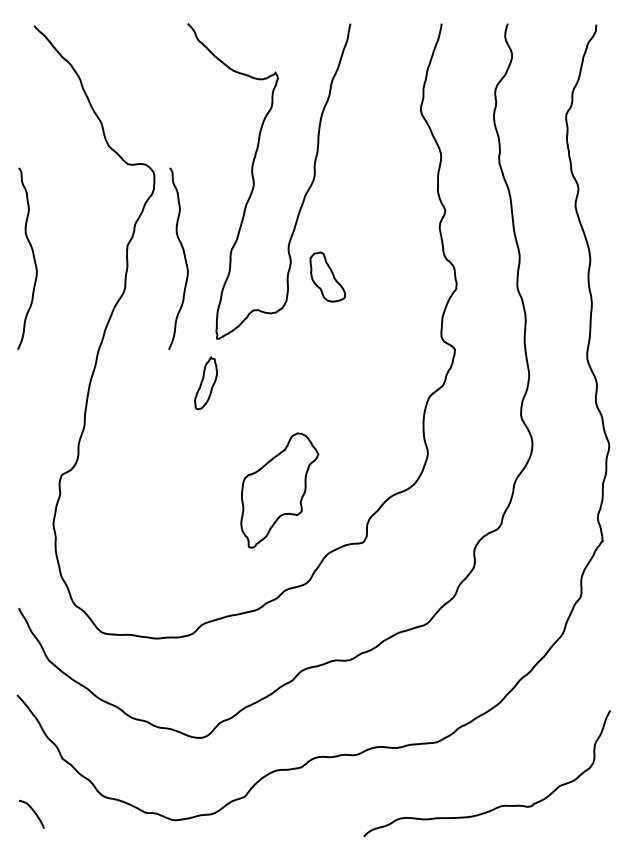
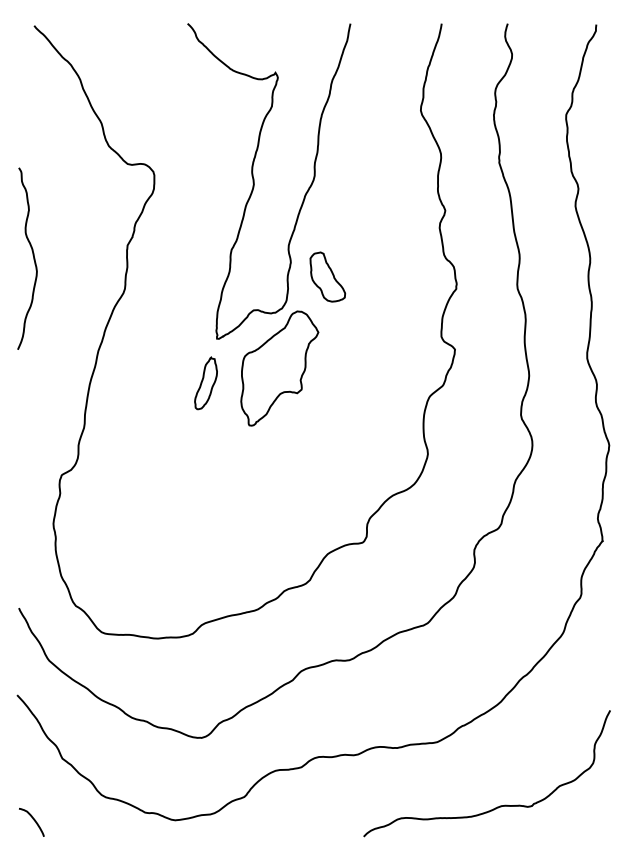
curve at (183, 255): present -> none
part at (279, 490) position: (279, 490) -> (279, 368)
curve at (32, 811) position: (32, 811) -> (32, 819)
